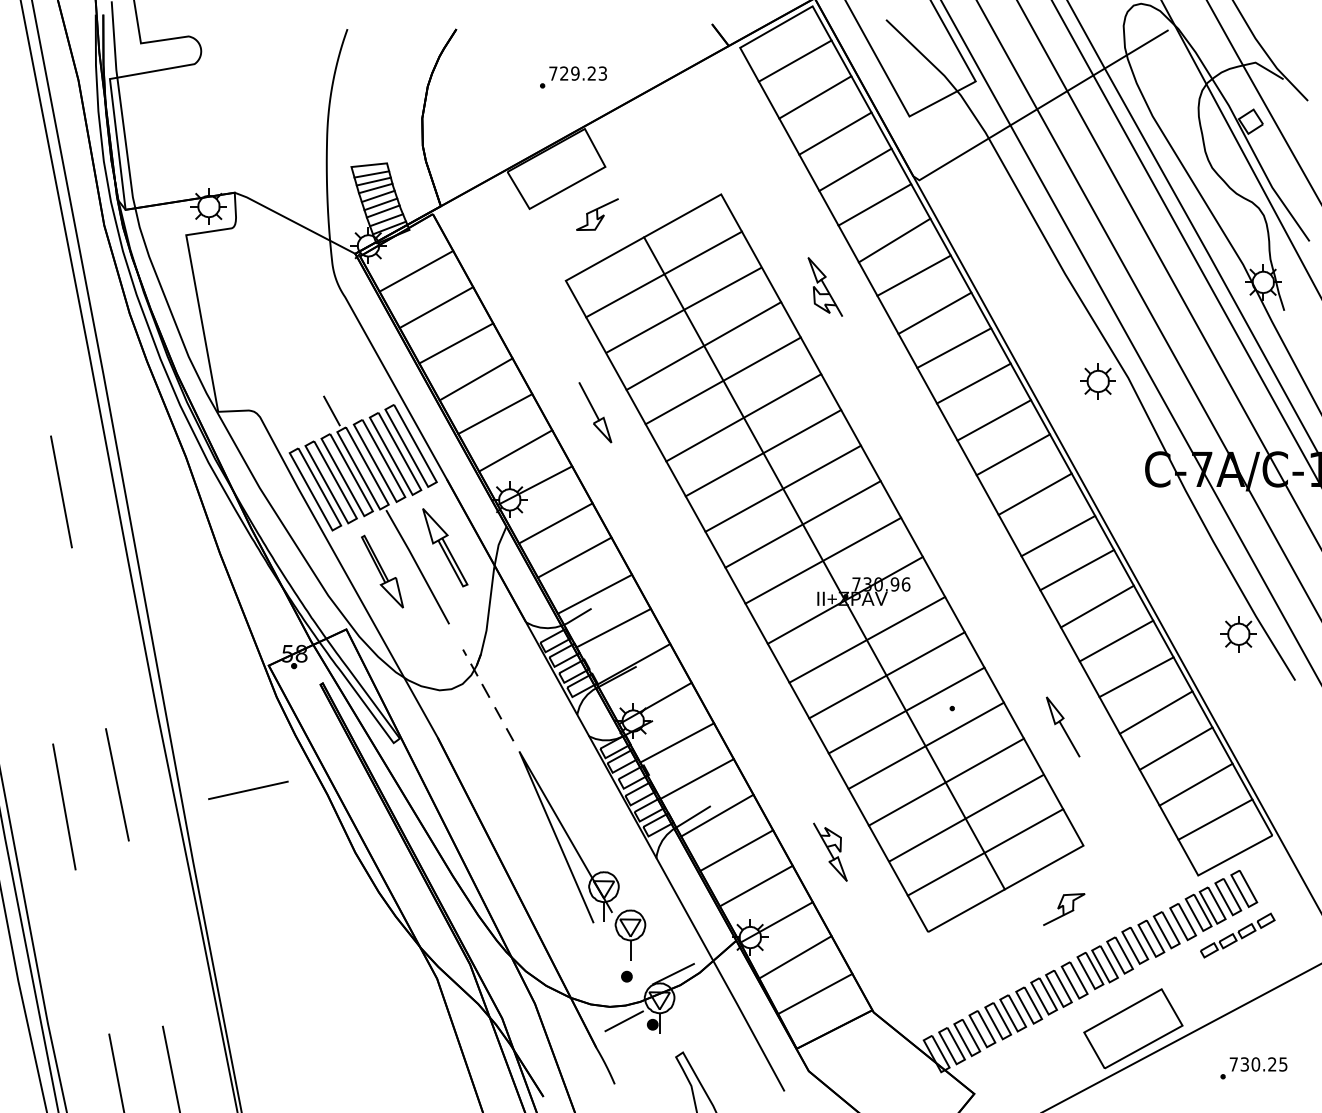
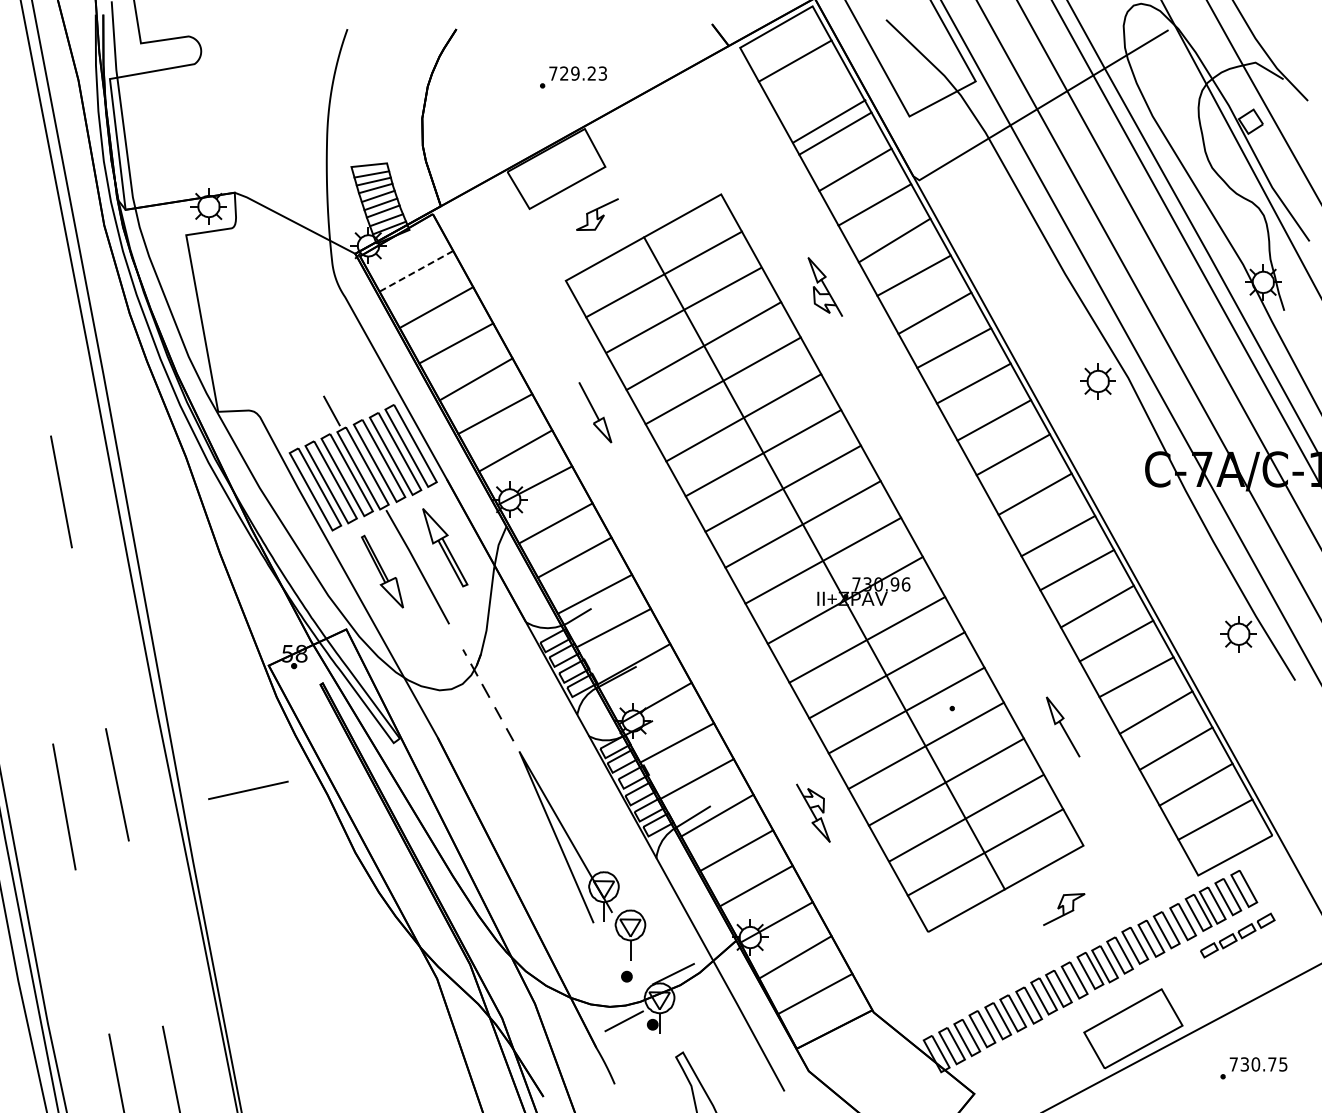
line at (815, 97) position: (815, 97) -> (829, 121)
line at (416, 271): solid -> dashed
part at (830, 851) position: (830, 851) -> (813, 812)
text at (1272, 1064): 730.25 -> 730.75
